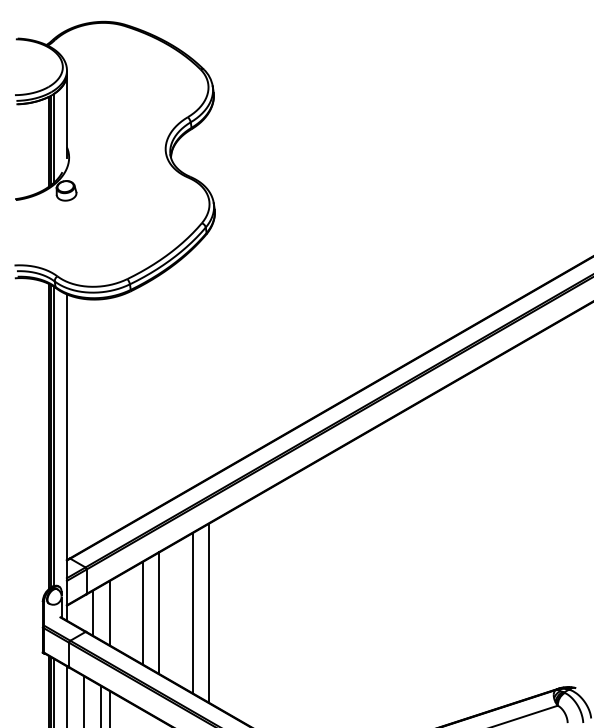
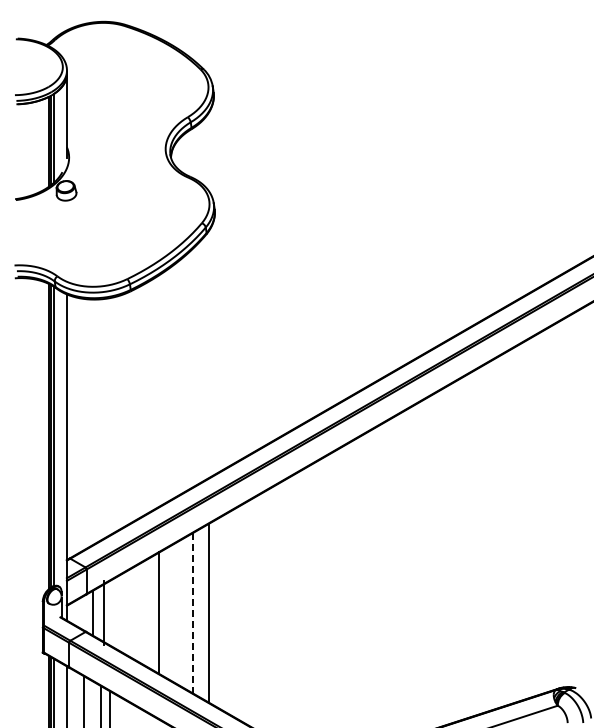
line at (109, 613) position: (109, 613) -> (103, 613)
line at (142, 613): present -> none
line at (192, 613): solid -> dashed
